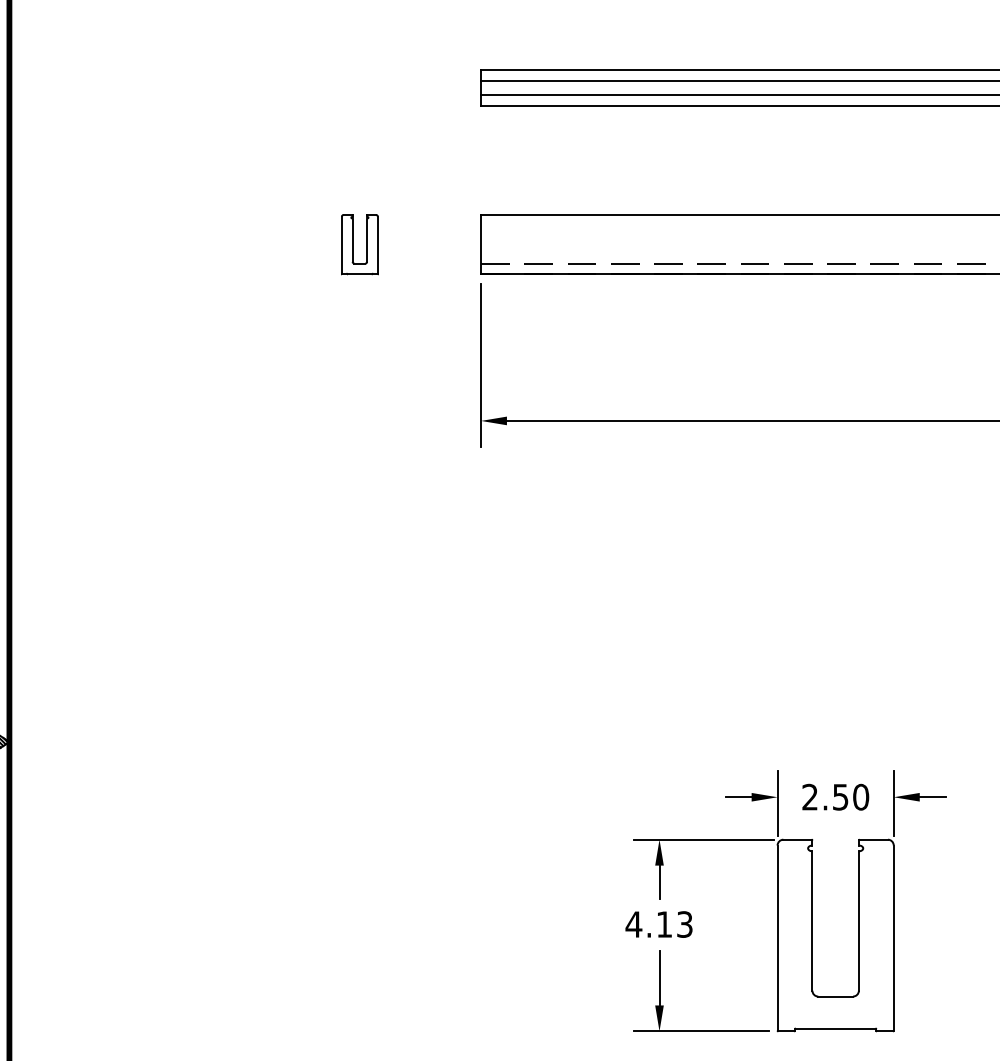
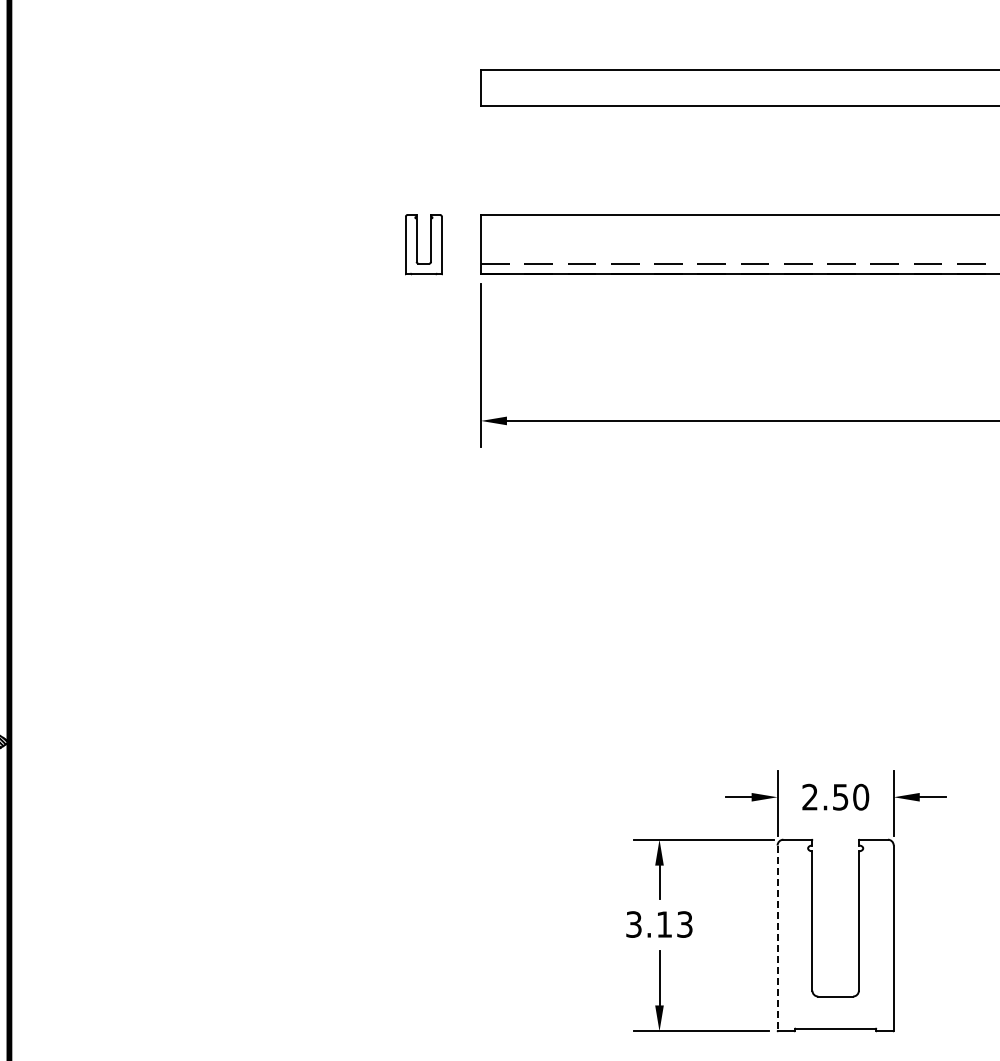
line at (738, 80): present -> none
line at (738, 95): present -> none
part at (359, 244) position: (359, 244) -> (423, 244)
text at (633, 924): 4.13 -> 3.13
line at (777, 938): solid -> dashed
